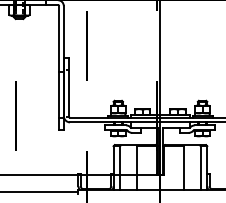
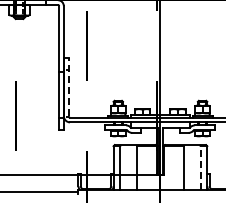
line at (68, 86): solid -> dashed
line at (200, 167): solid -> dashed
